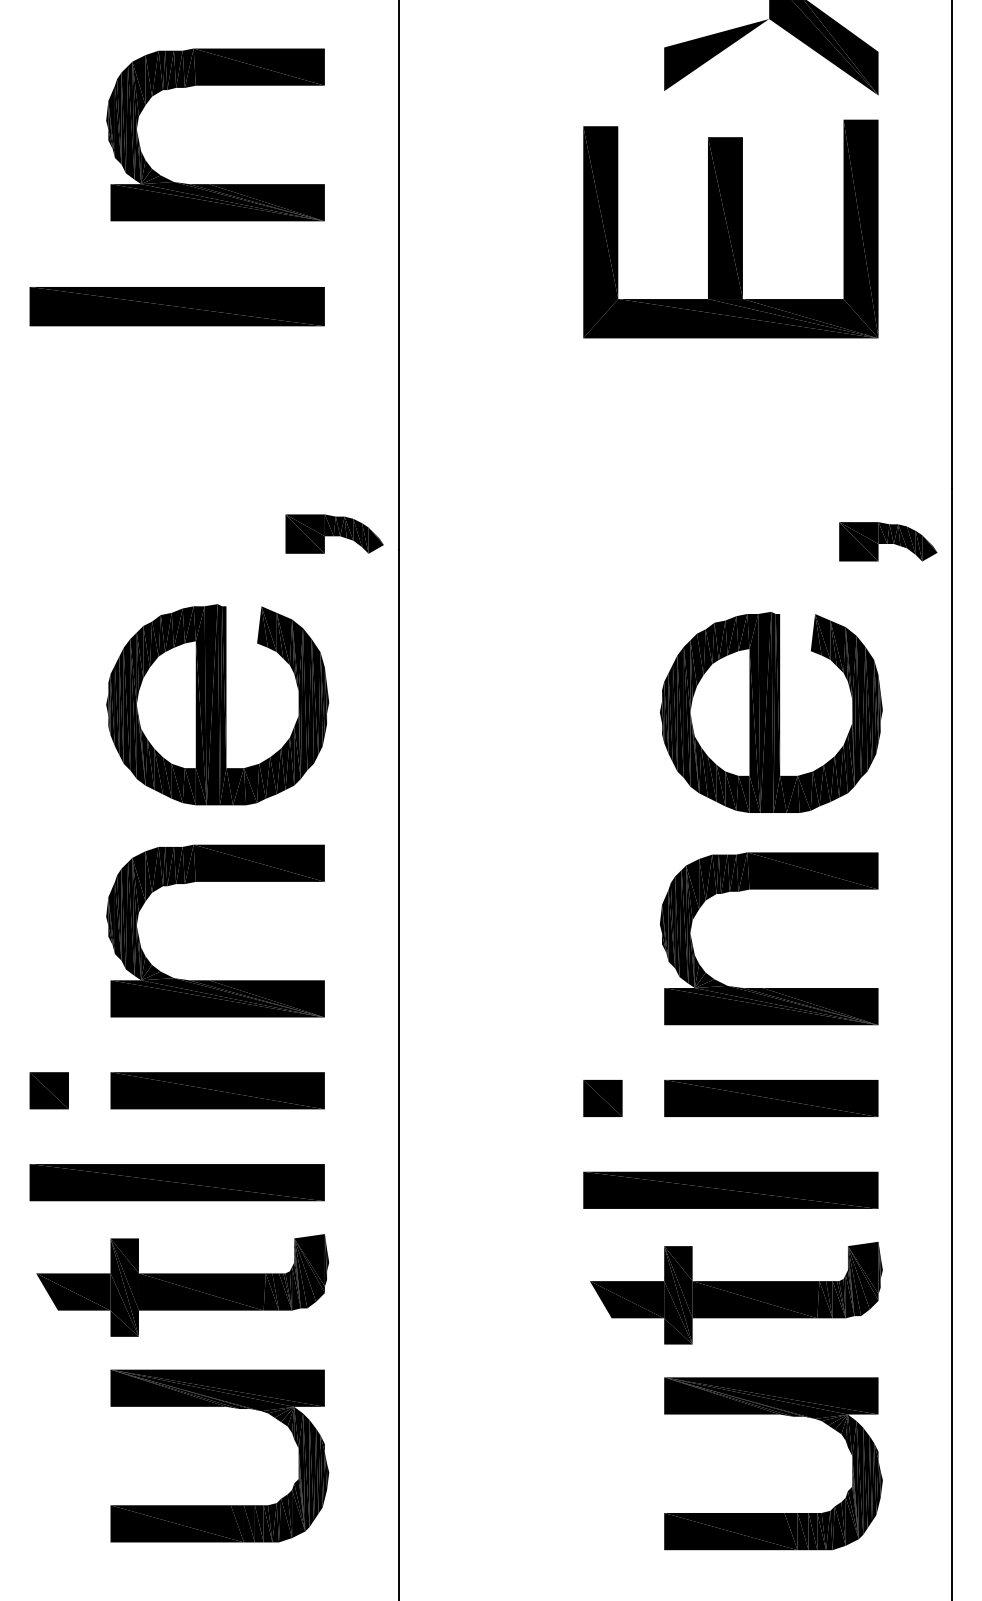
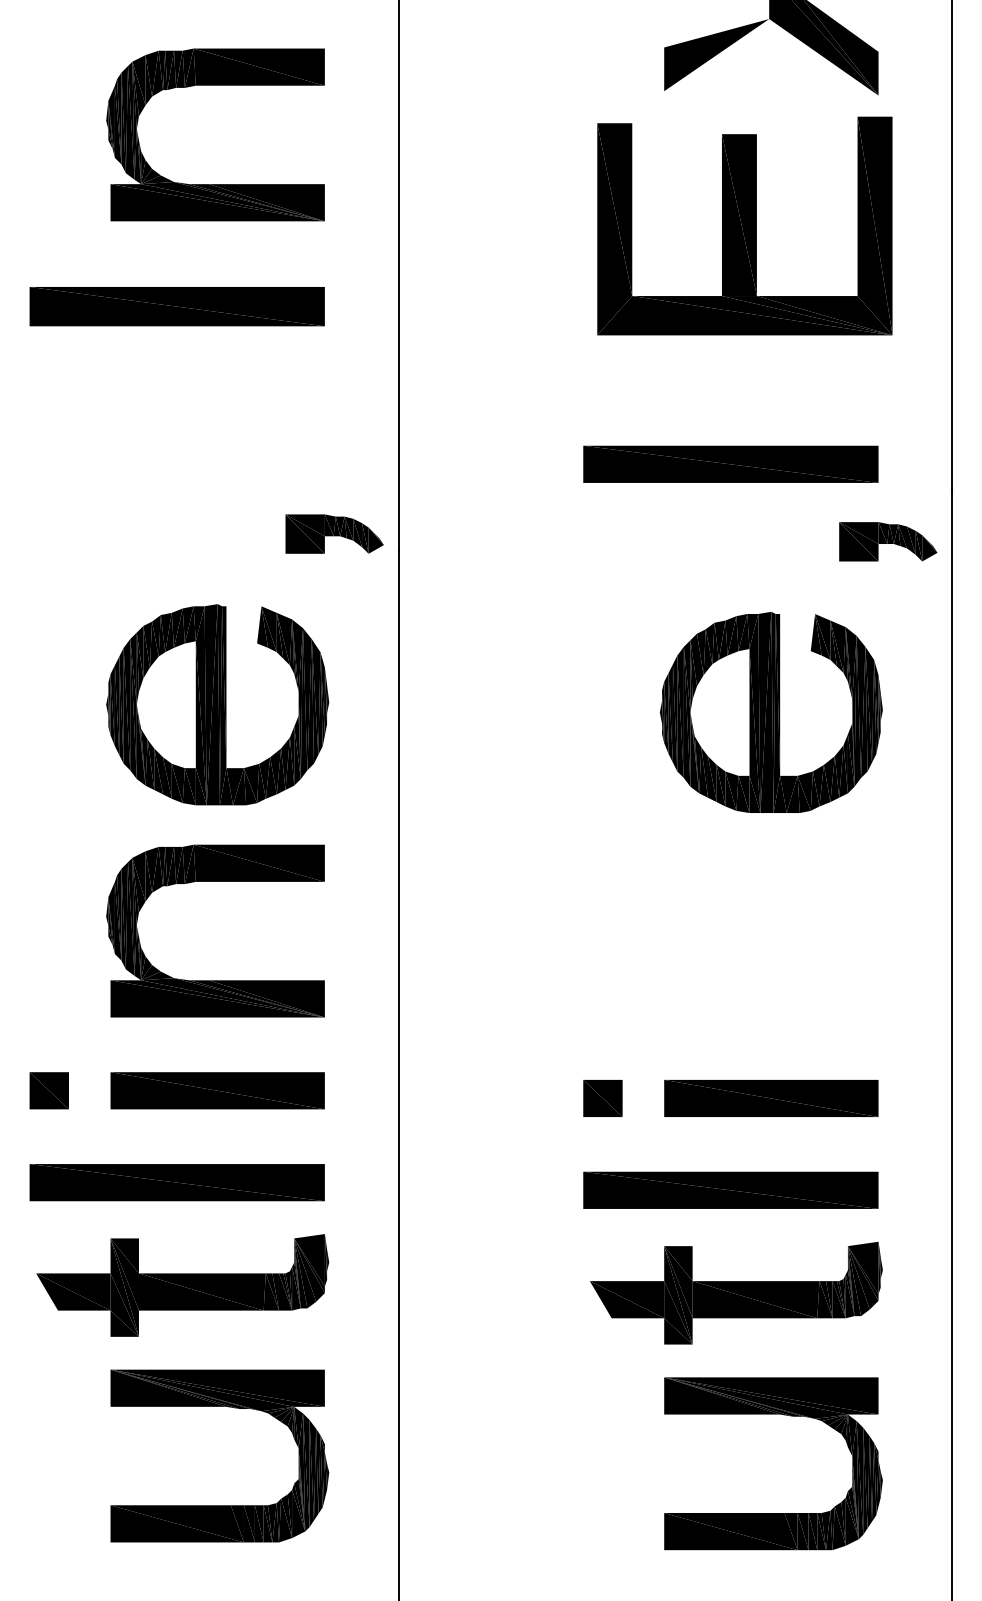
part at (730, 228) position: (730, 228) -> (744, 225)
part at (730, 463): none -> present
part at (768, 889): present -> none
